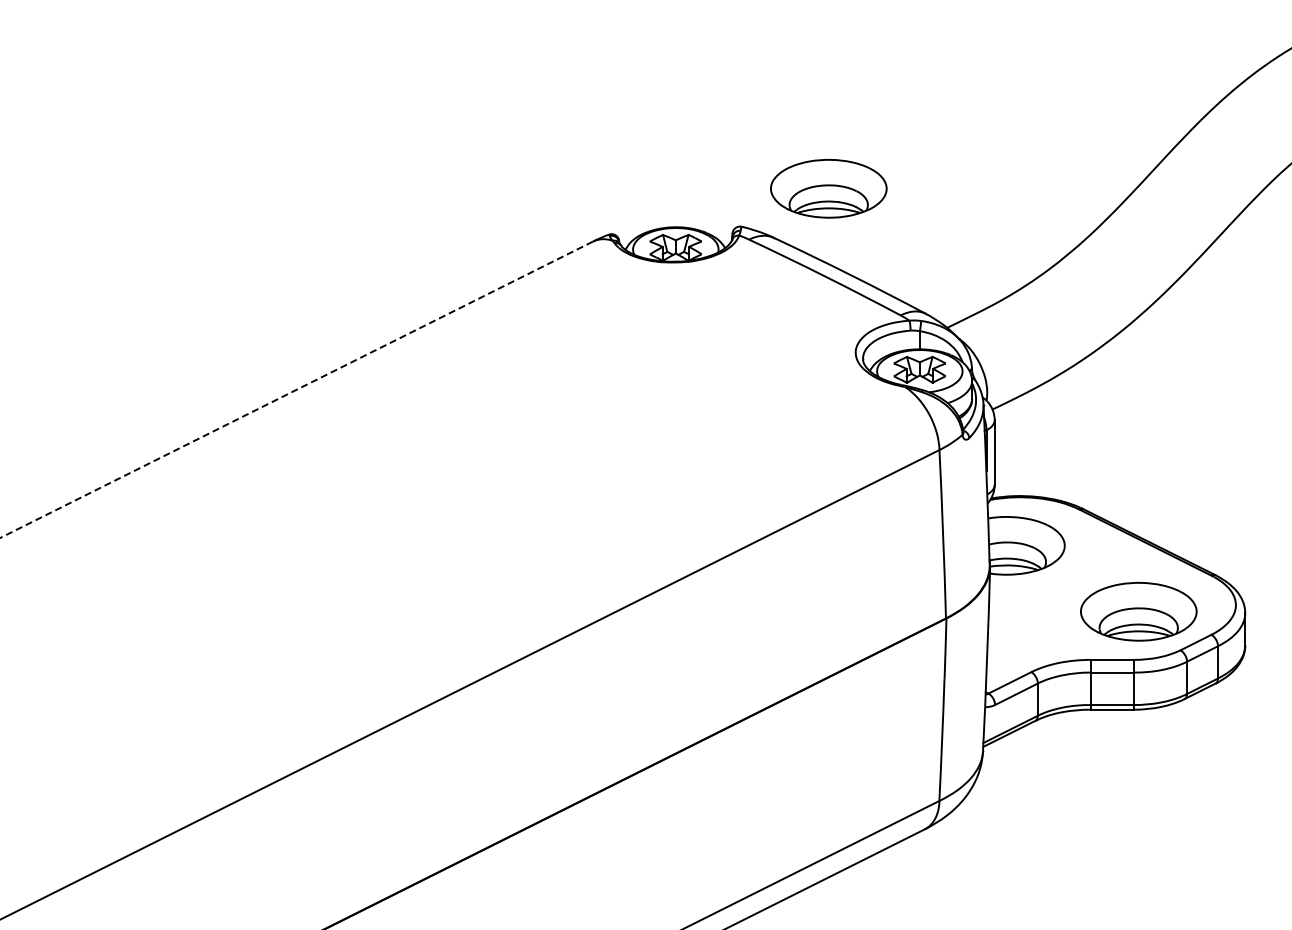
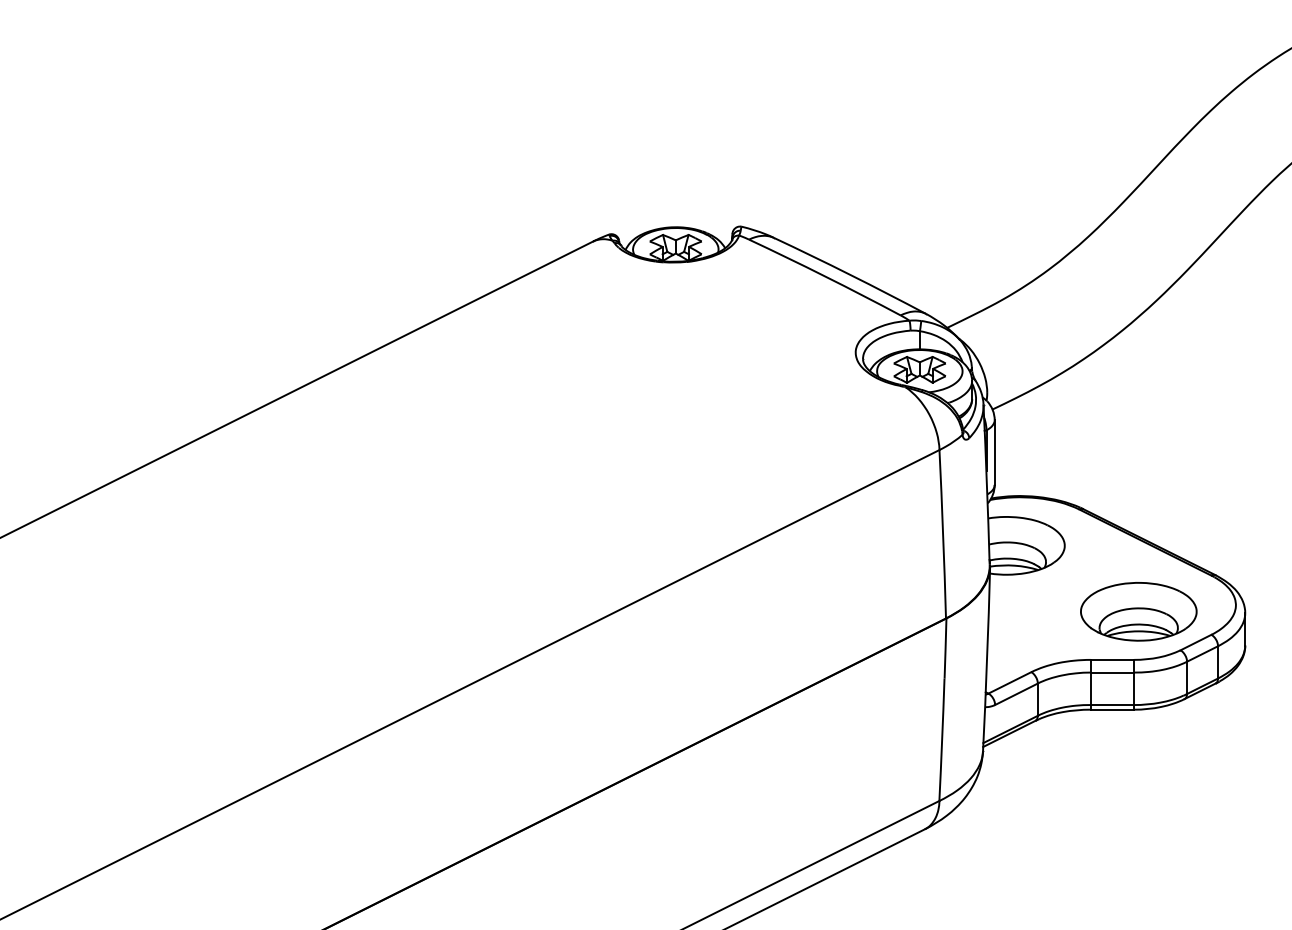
part at (828, 188): present -> none
line at (297, 389): dashed -> solid
